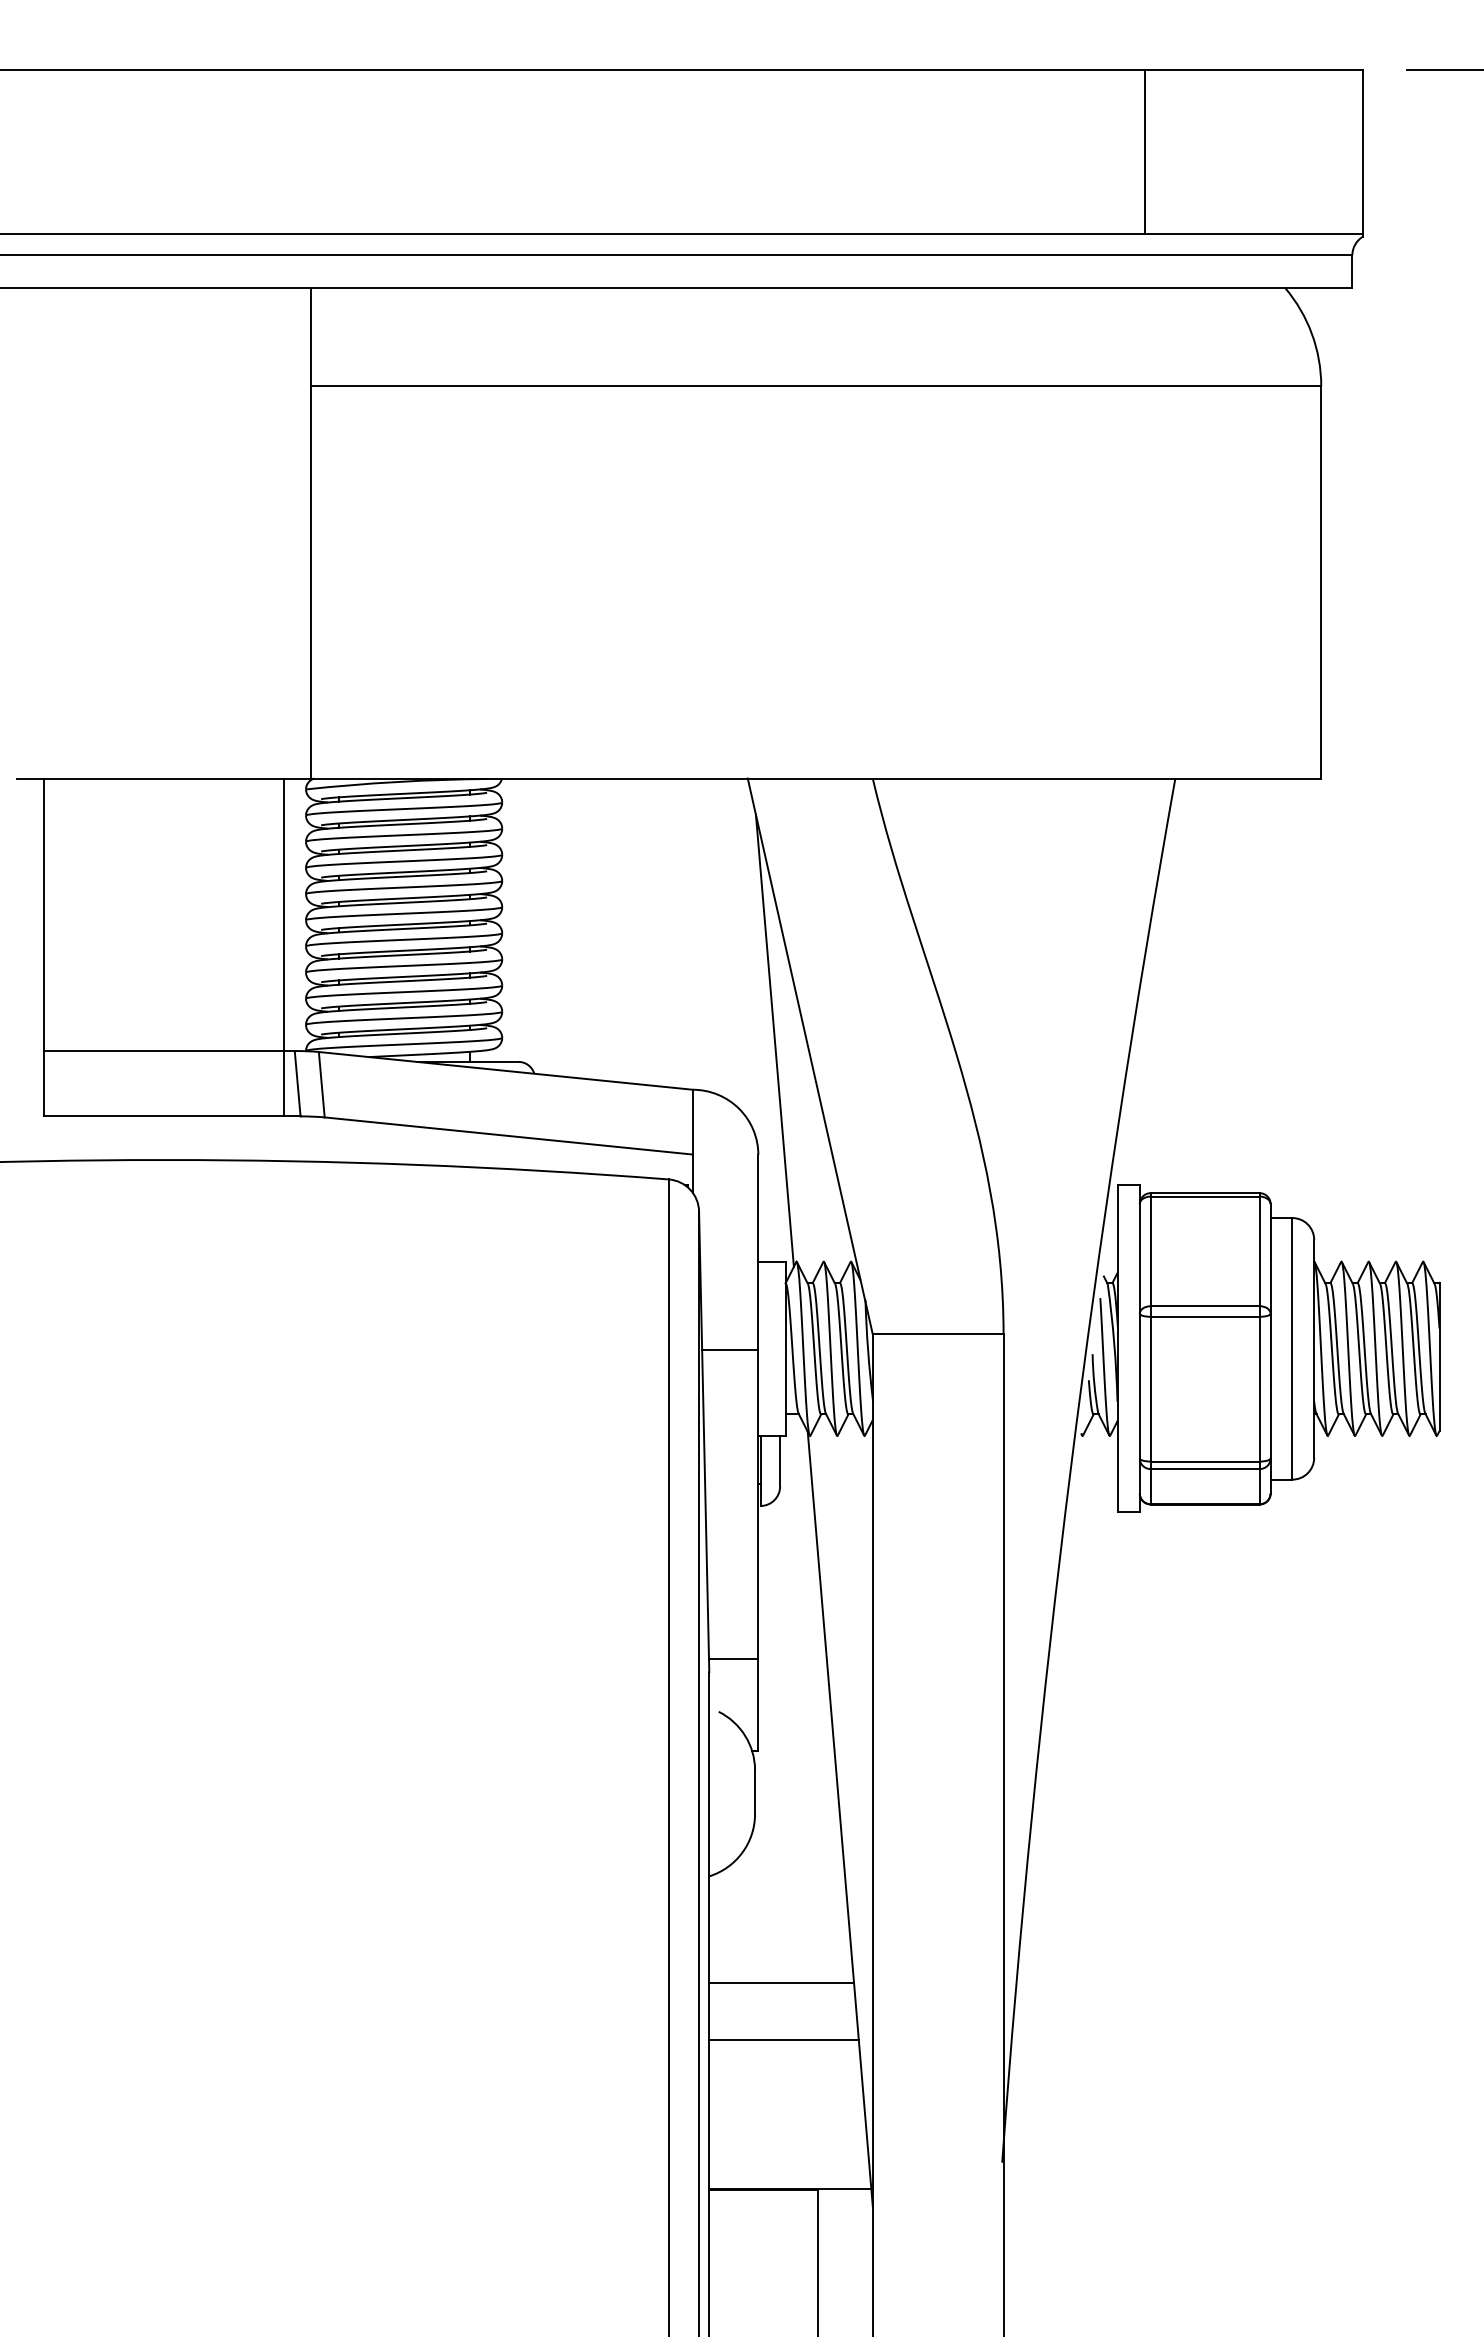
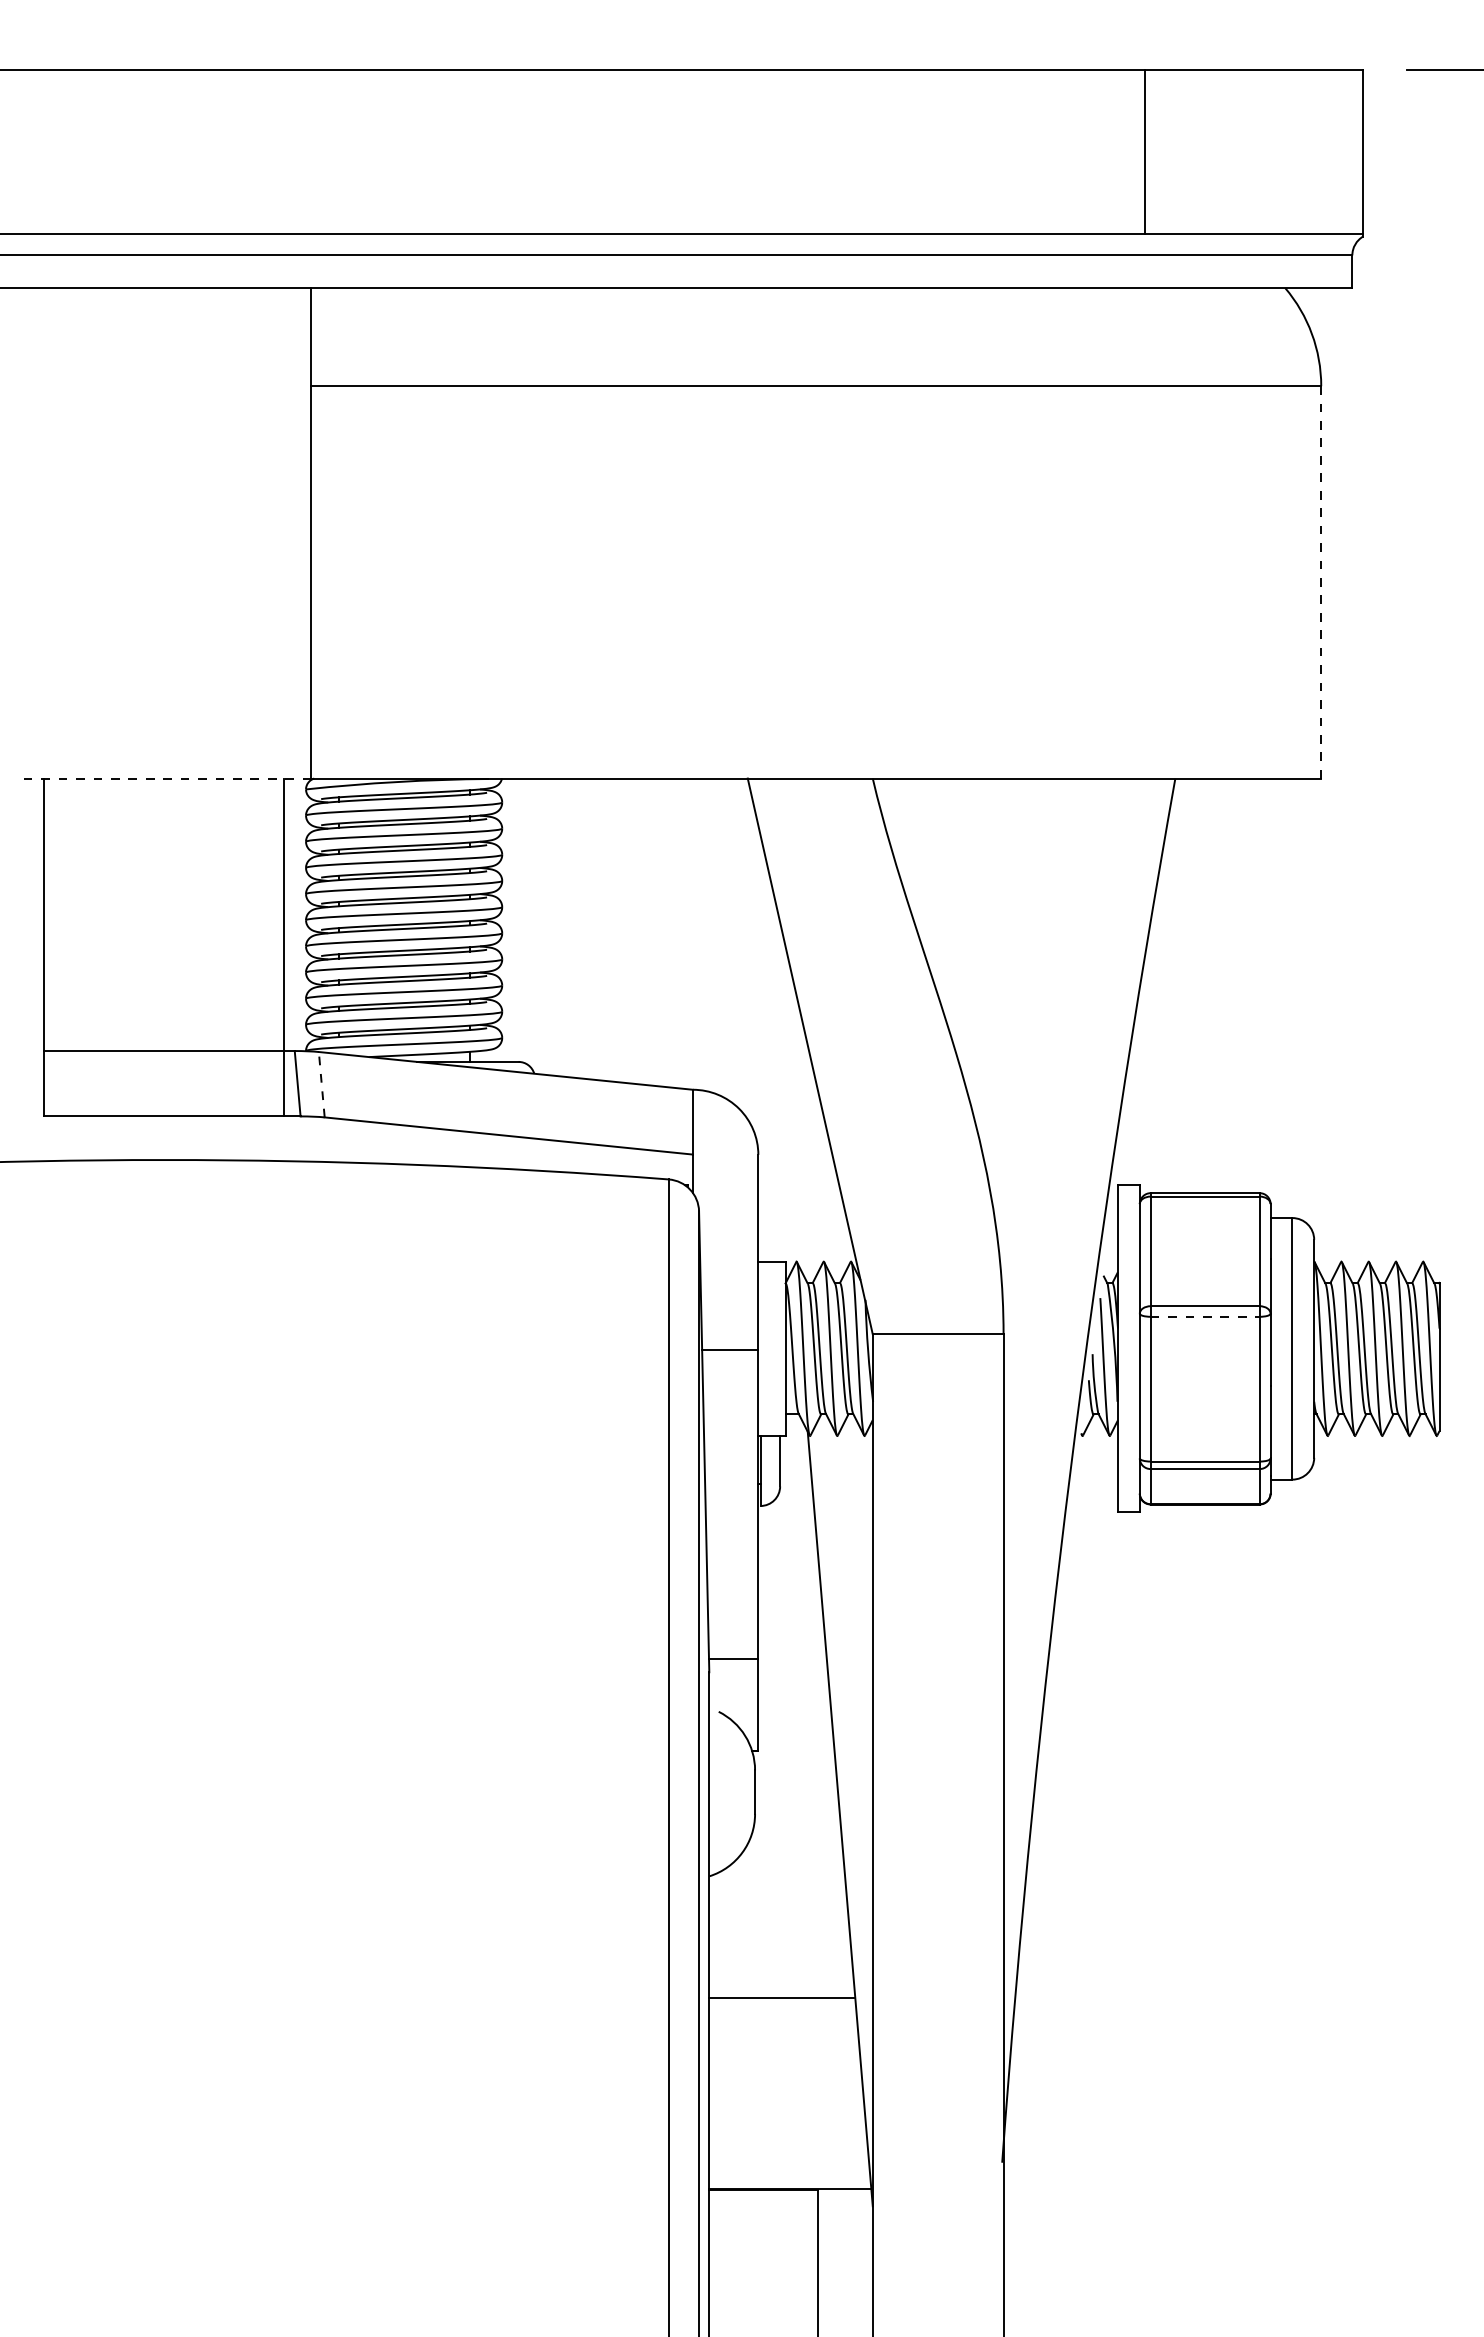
line at (1321, 582): solid -> dashed
line at (163, 778): solid -> dashed
line at (774, 1040): present -> none
line at (321, 1084): solid -> dashed
line at (1205, 1316): solid -> dashed
line at (781, 1983) position: (781, 1983) -> (781, 1998)
line at (783, 2039): present -> none
